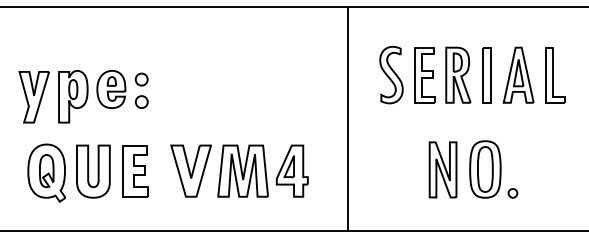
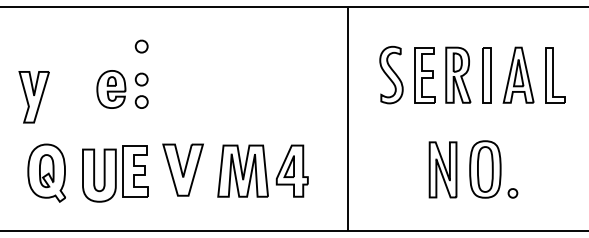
part at (141, 46): none -> present
part at (73, 96): present -> none
part at (190, 170) position: (190, 170) -> (182, 169)
part at (93, 171) position: (93, 171) -> (99, 175)
